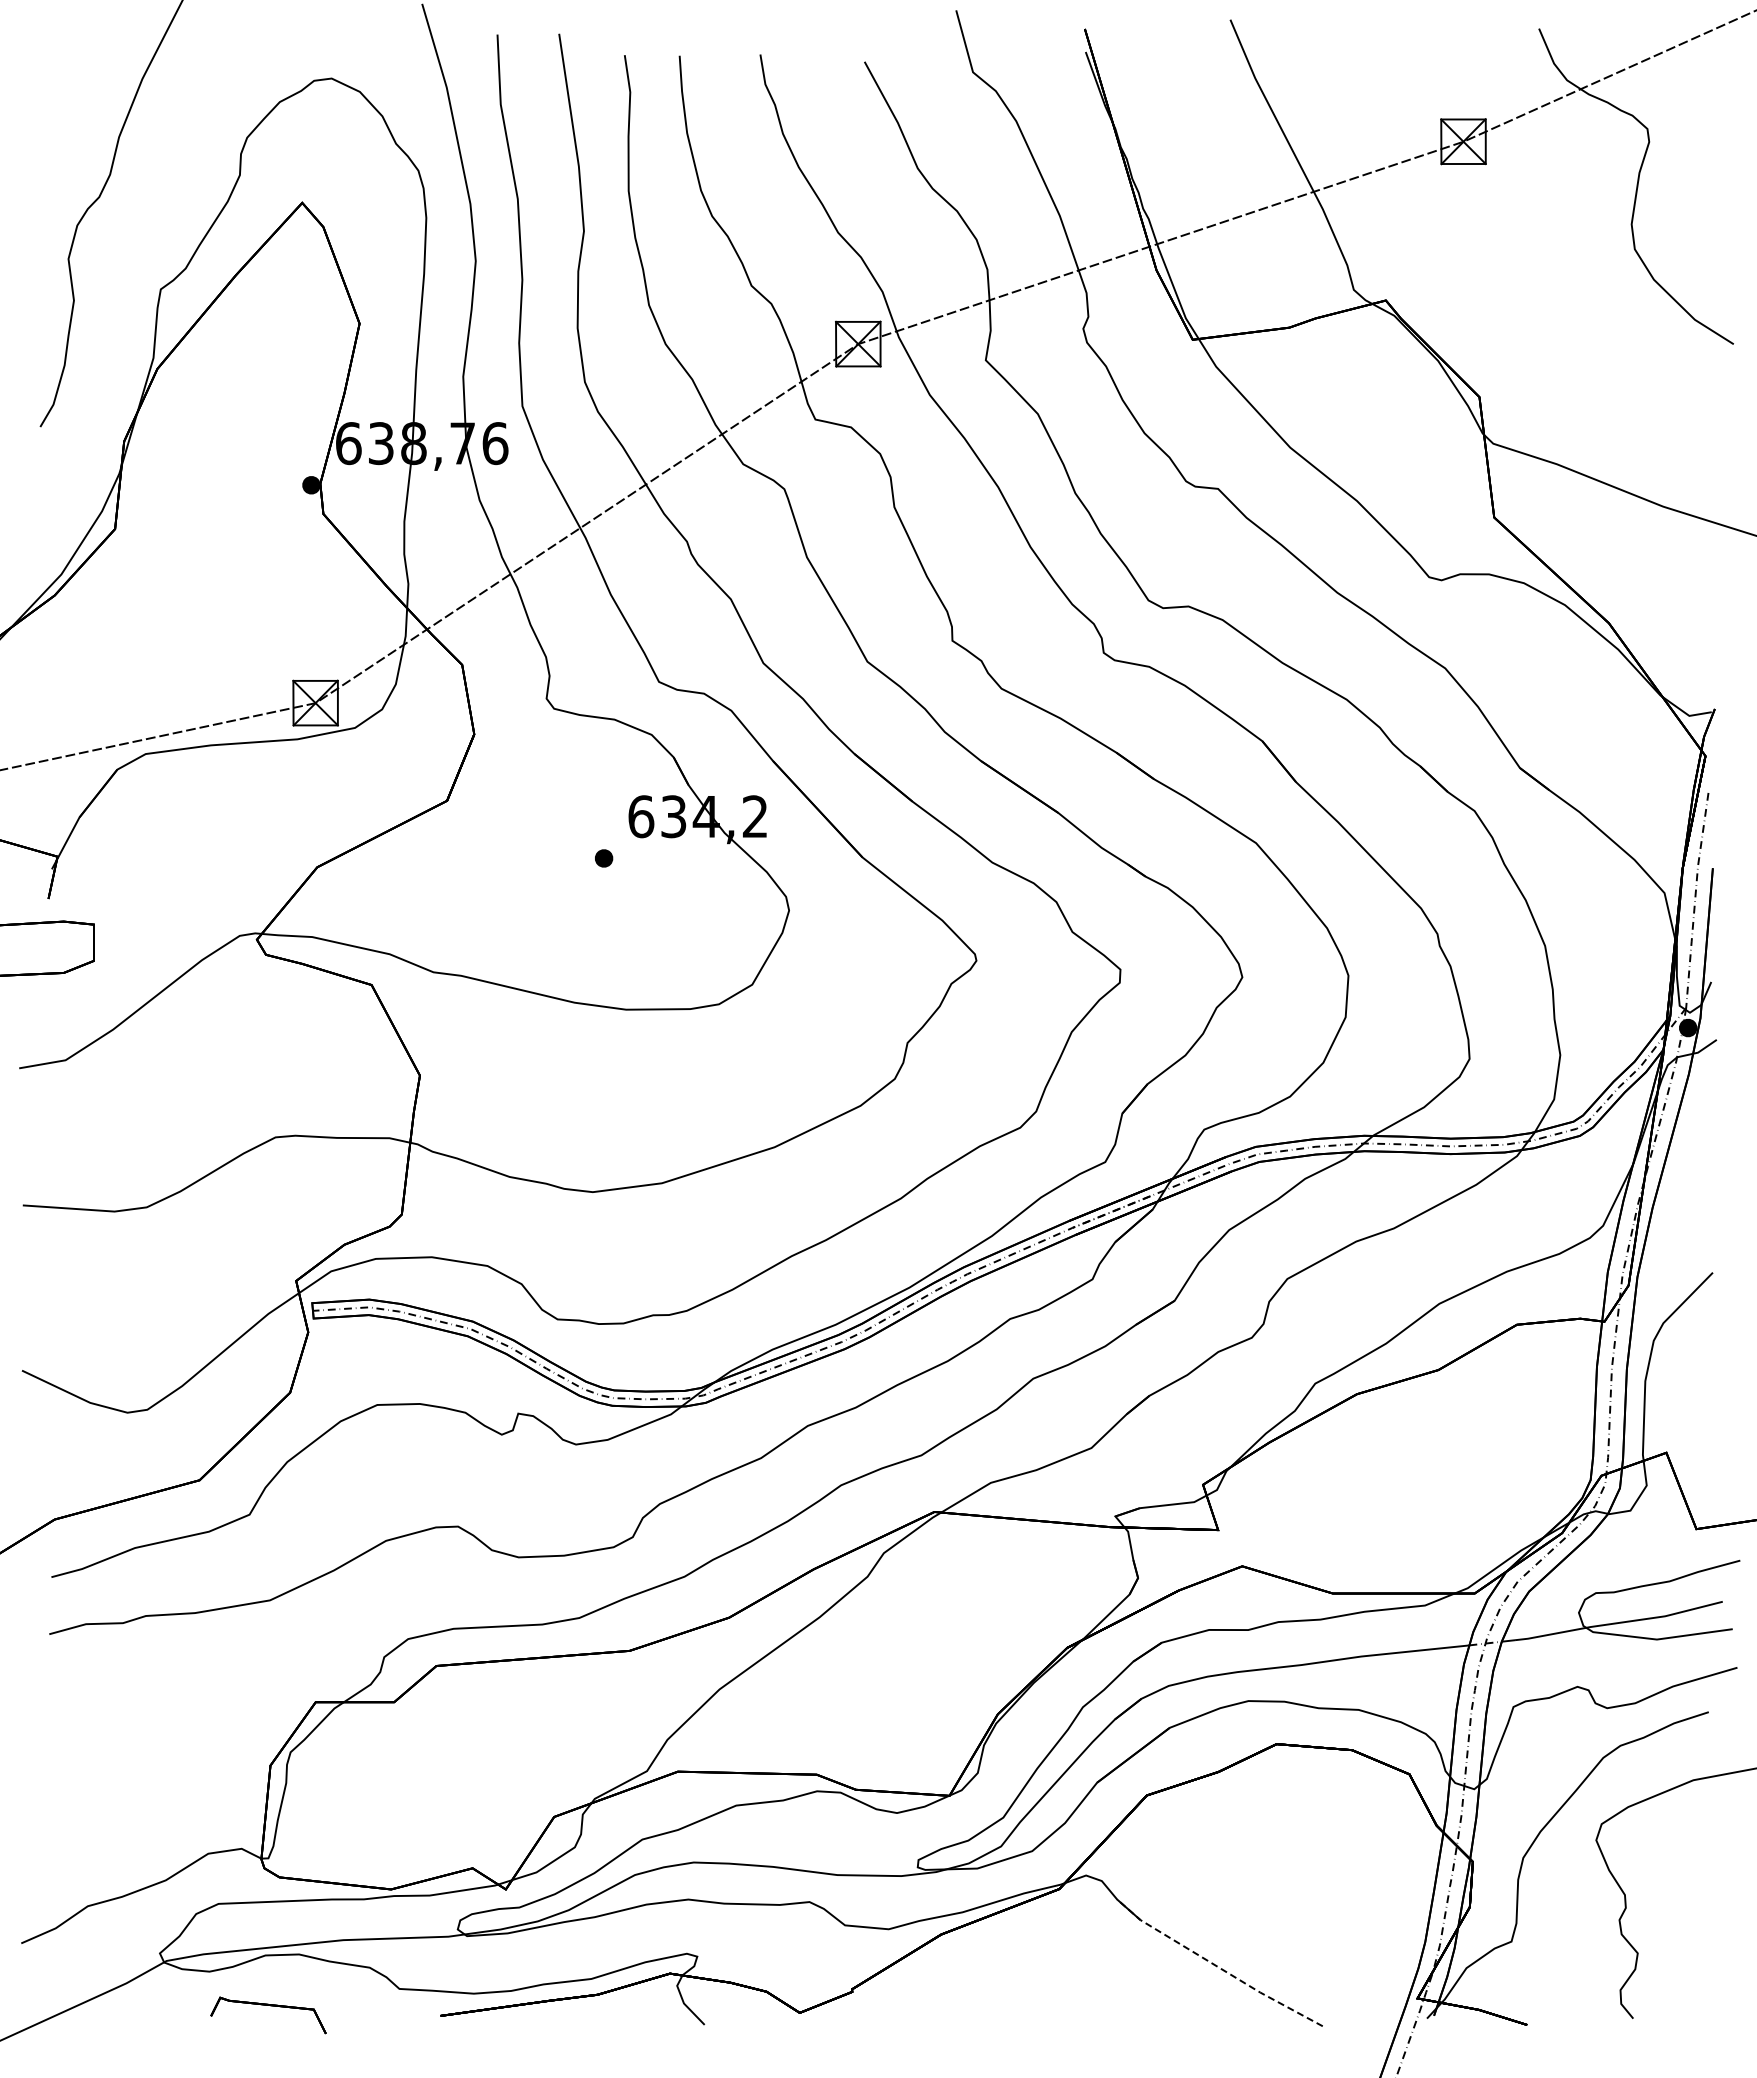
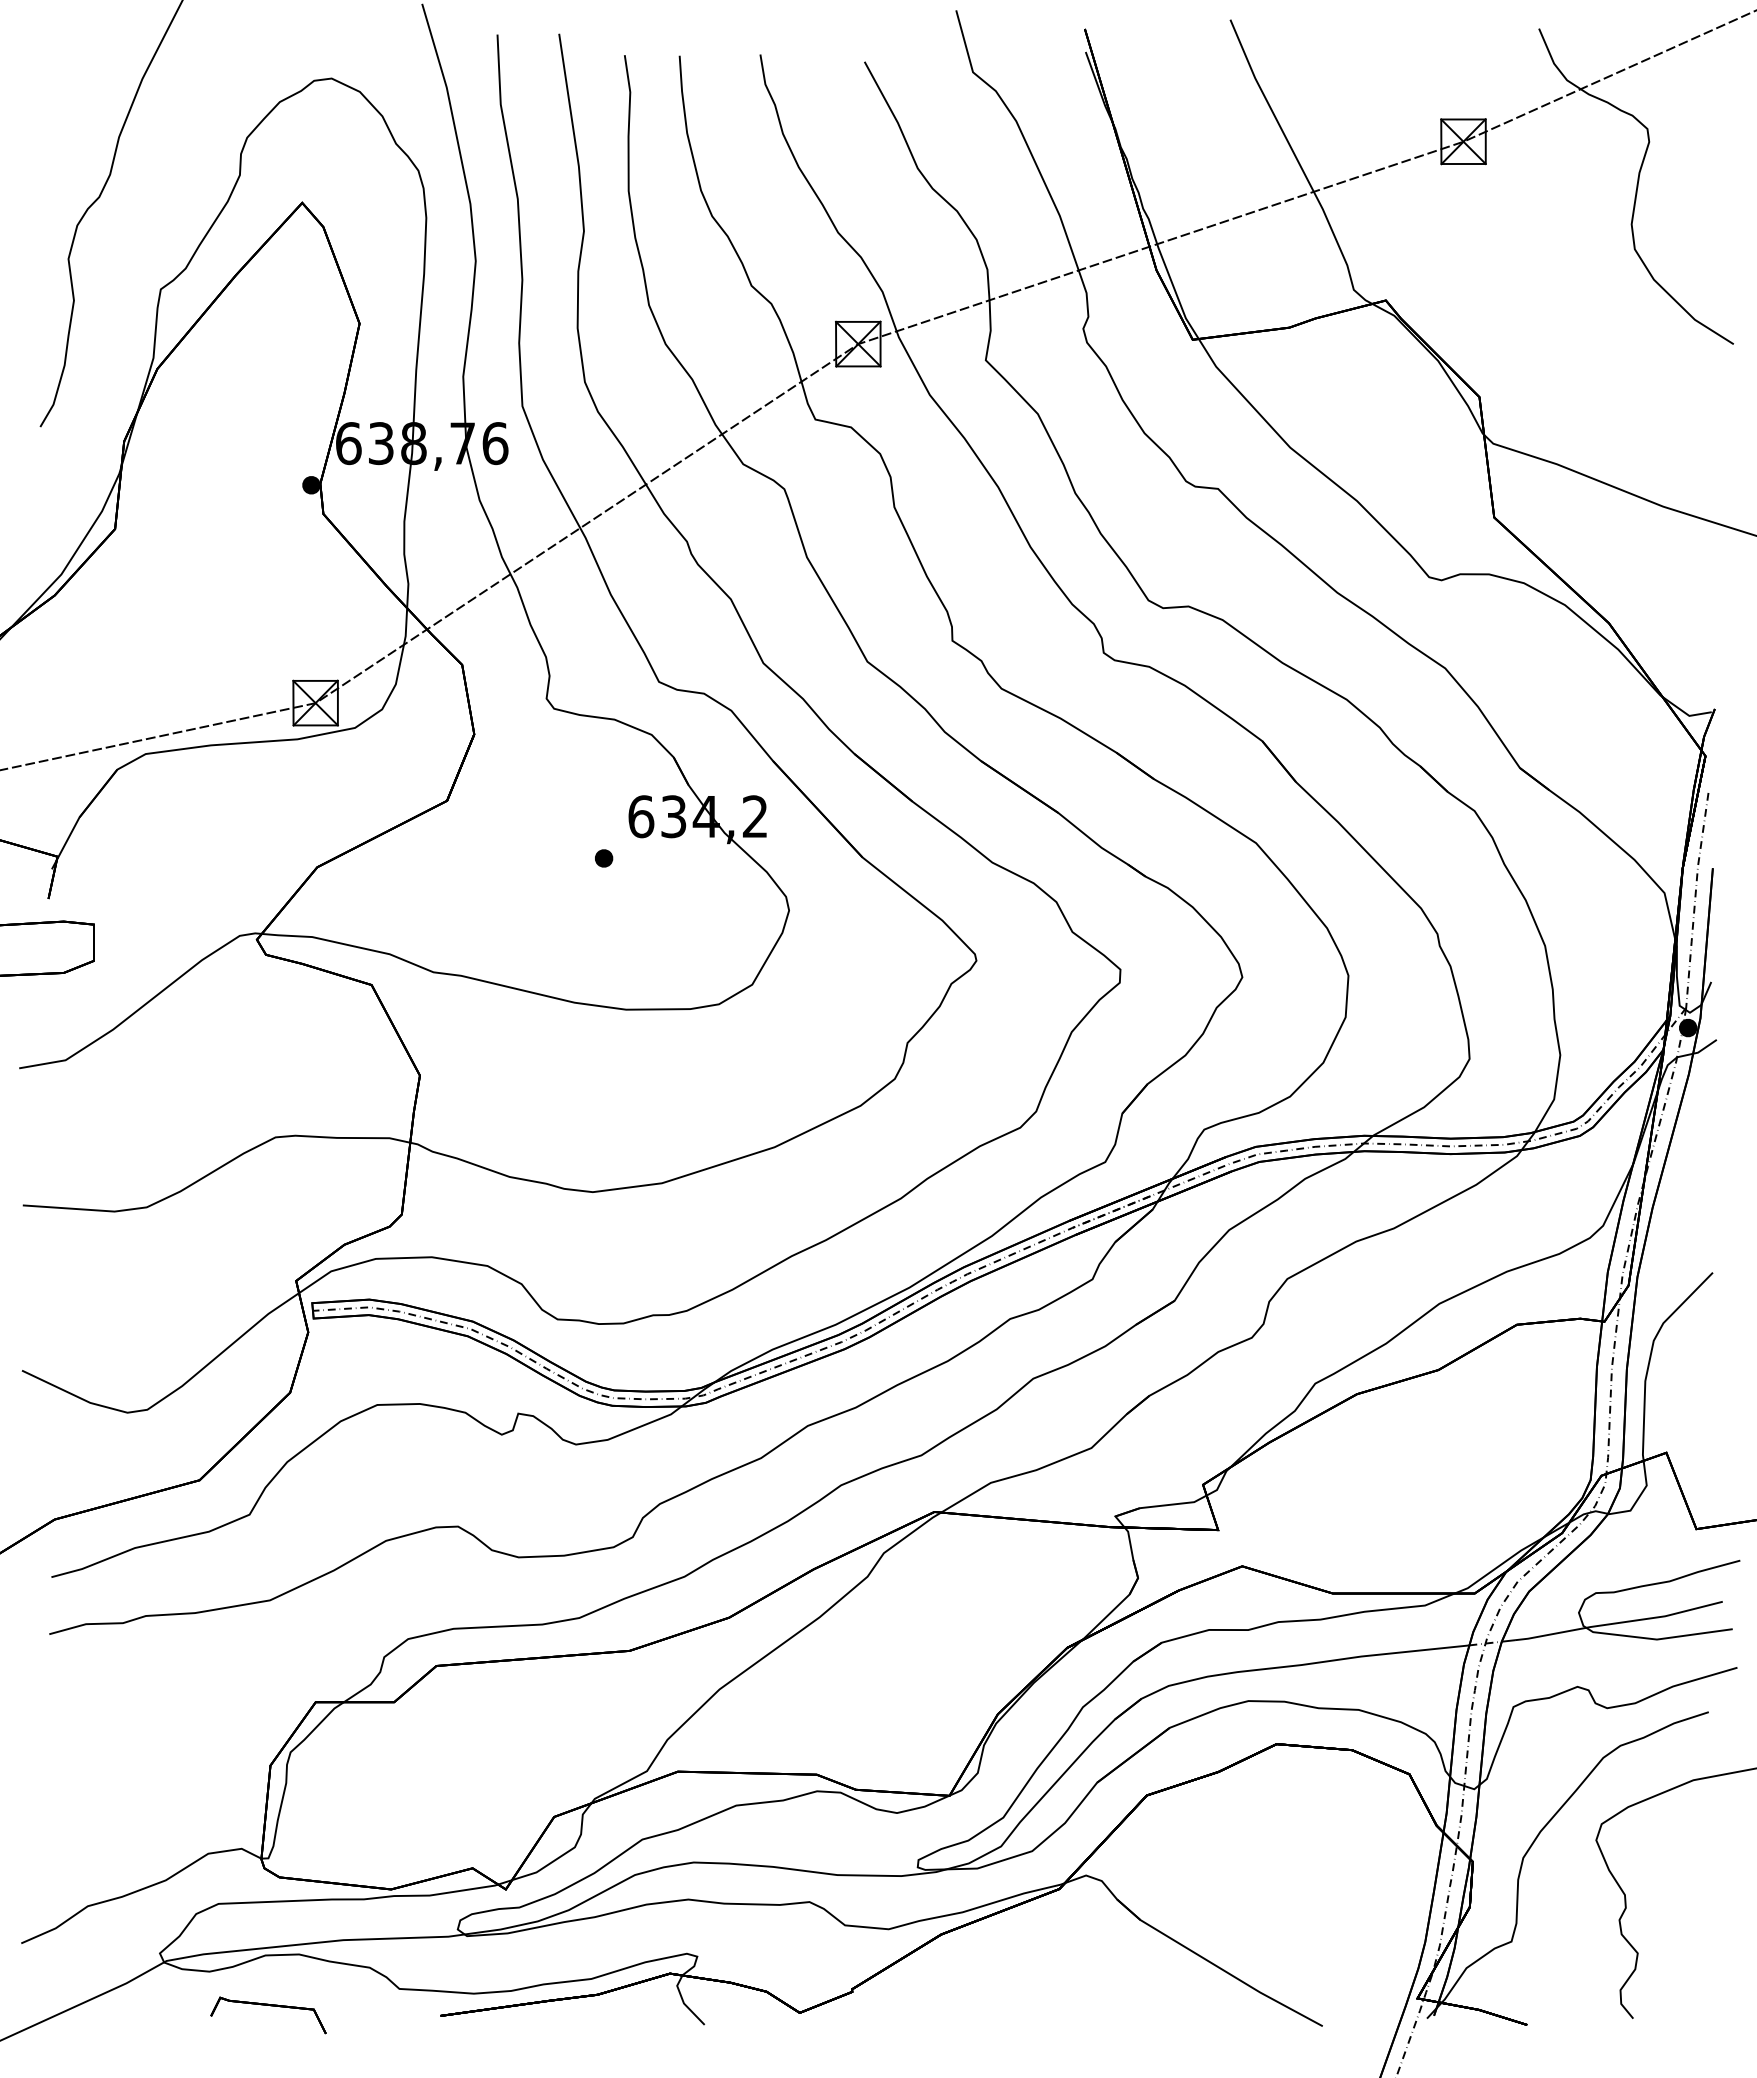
line at (1216, 1966): dashed -> solid
